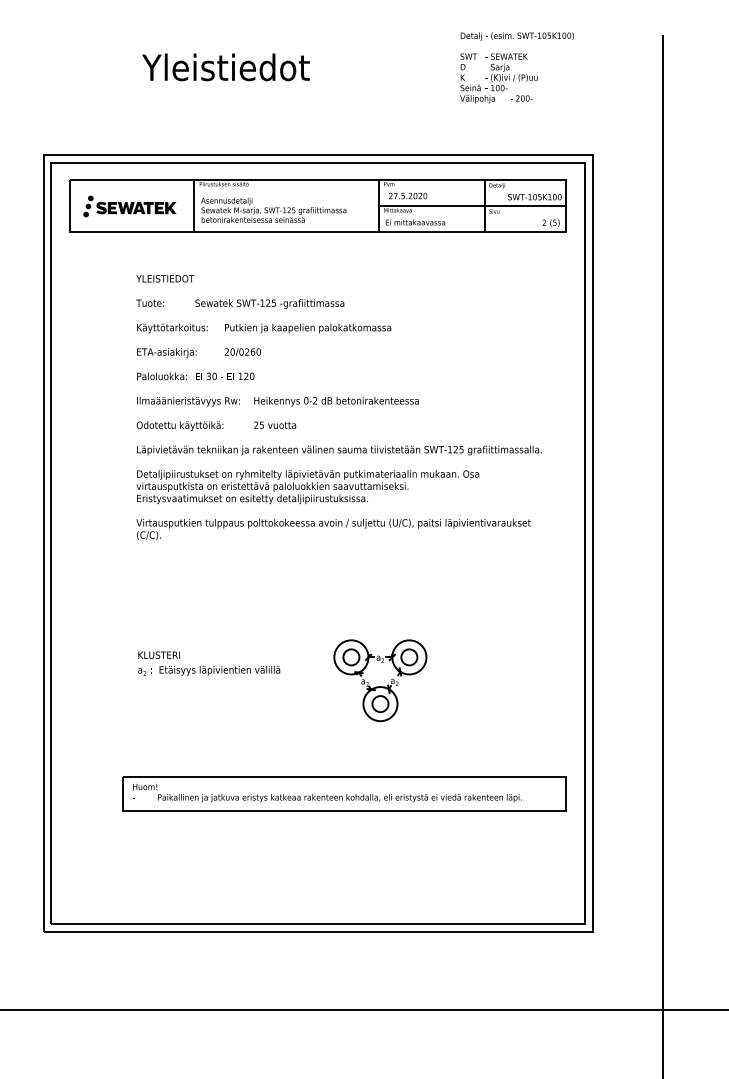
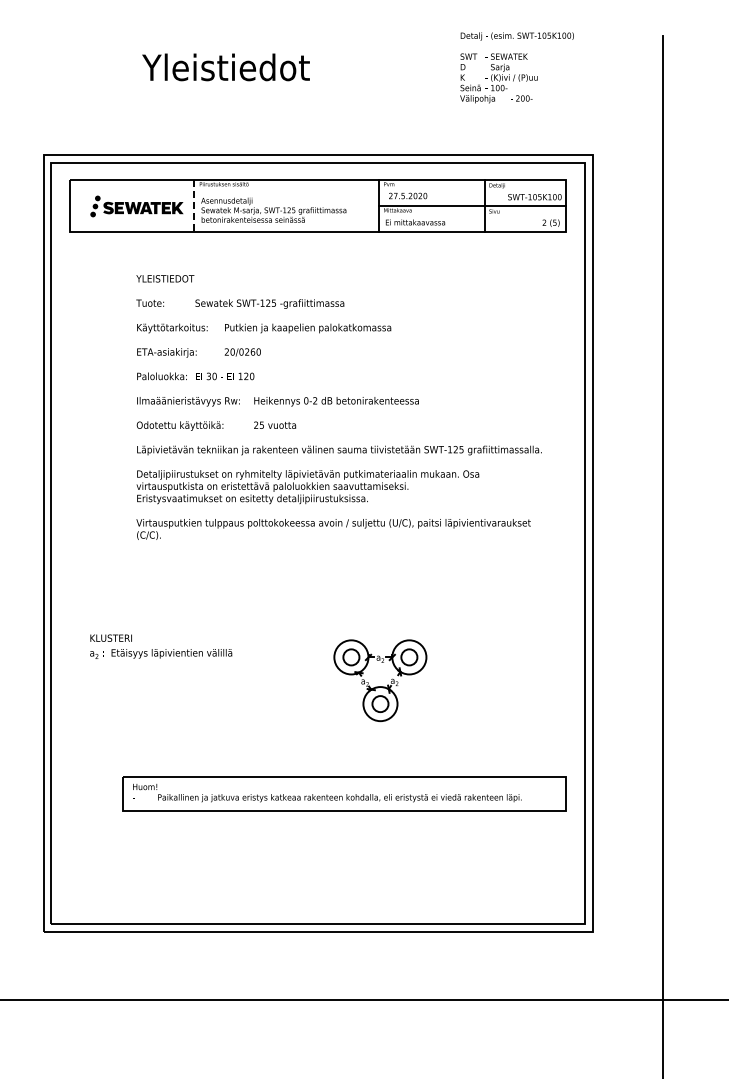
part at (129, 206) position: (129, 206) -> (136, 206)
line at (193, 206): solid -> dashed
text at (209, 663) position: (209, 663) -> (161, 646)
line at (363, 1009) position: (363, 1009) -> (363, 999)
